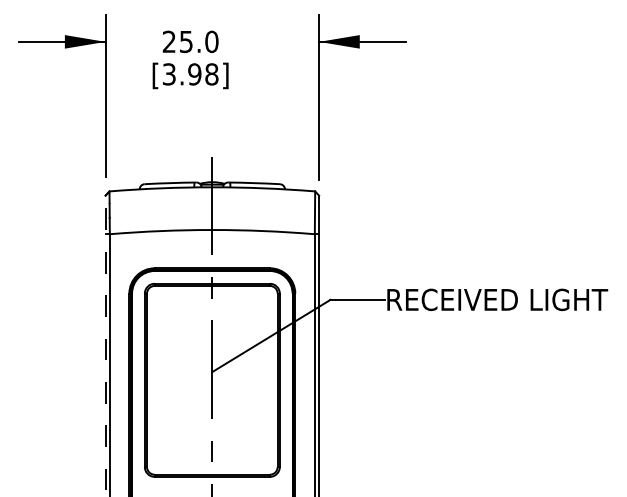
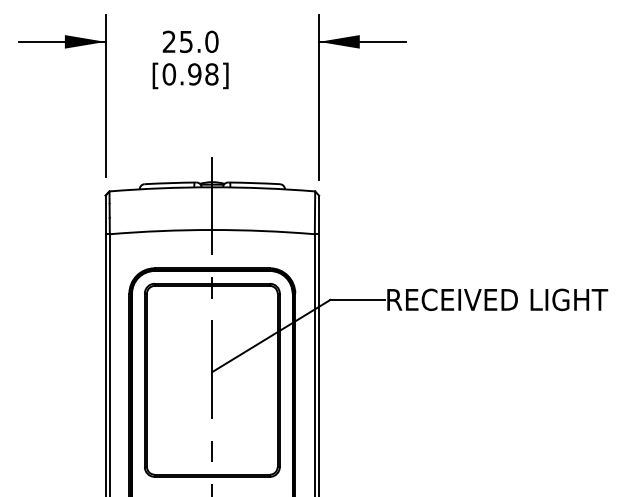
text at (169, 74): [3.98] -> [0.98]
line at (105, 345): dashed -> solid
